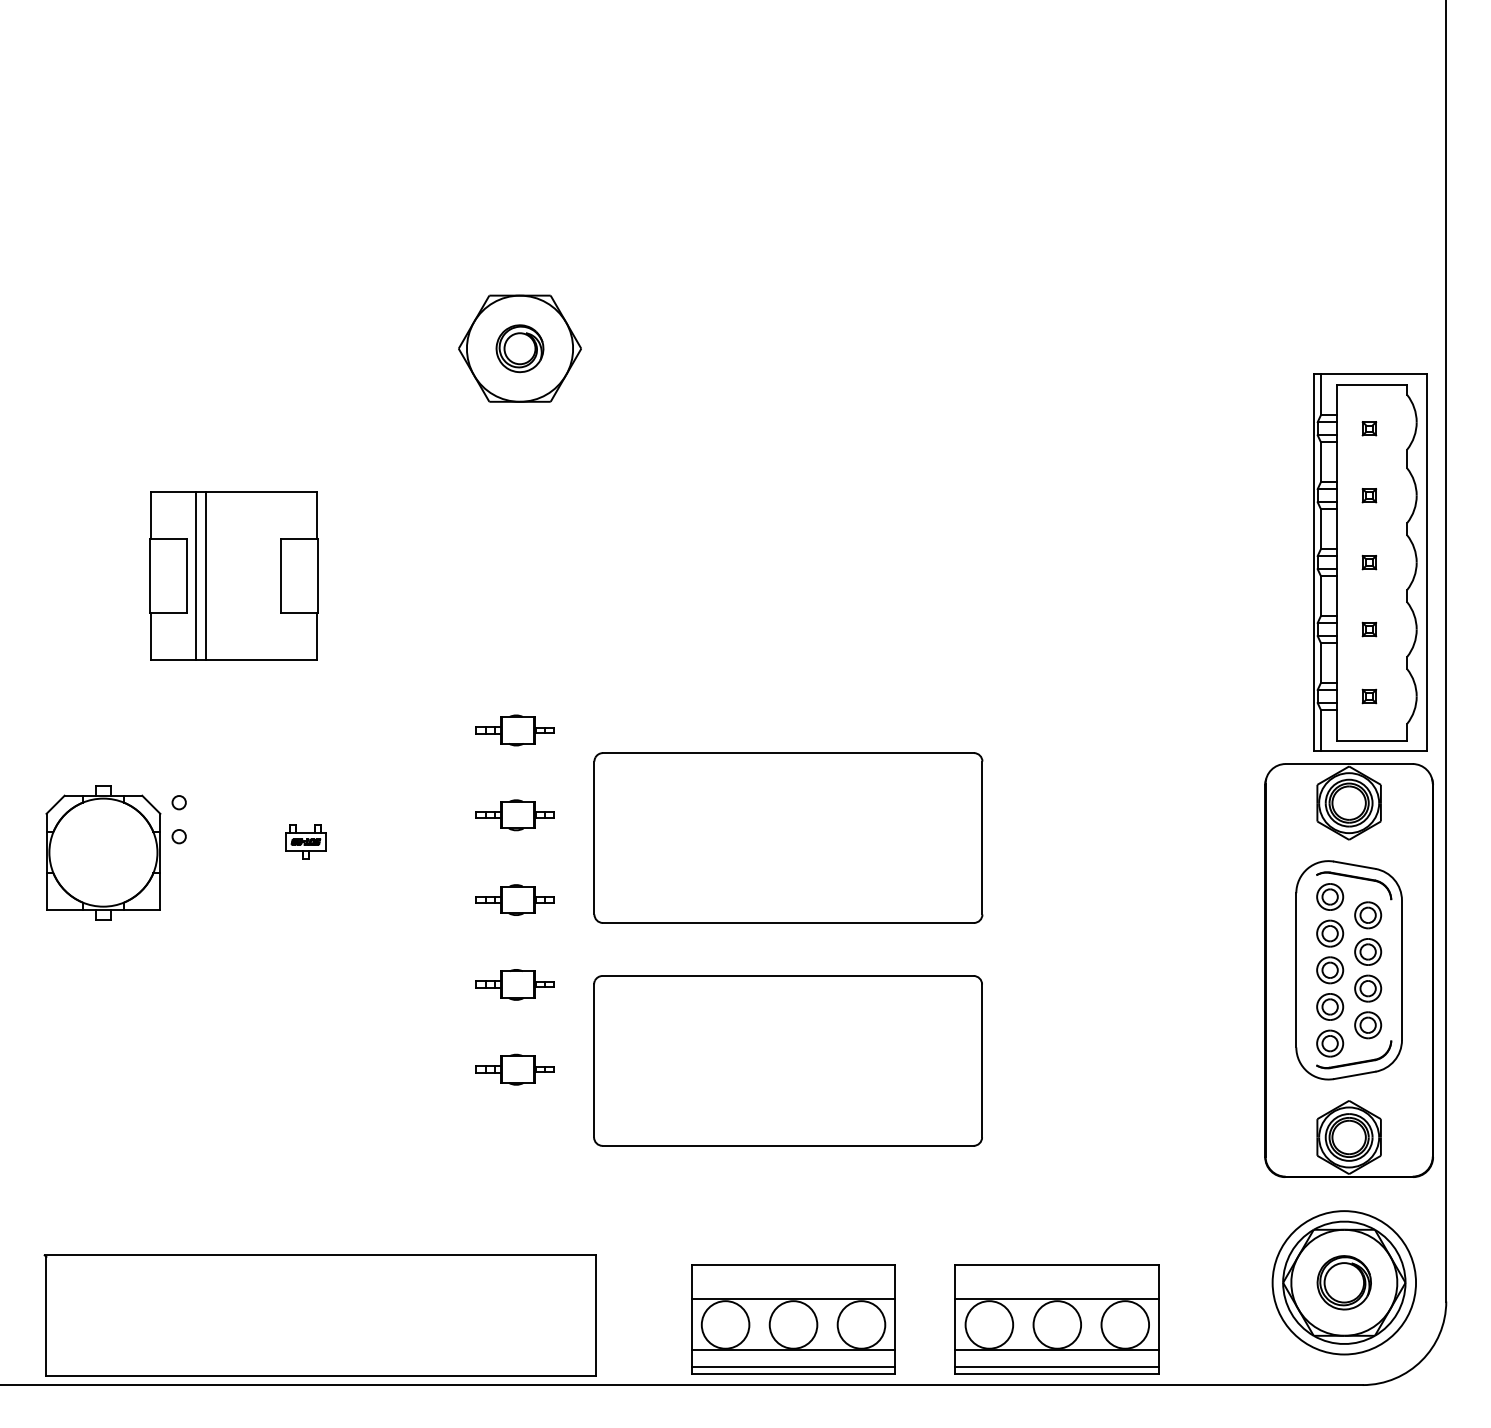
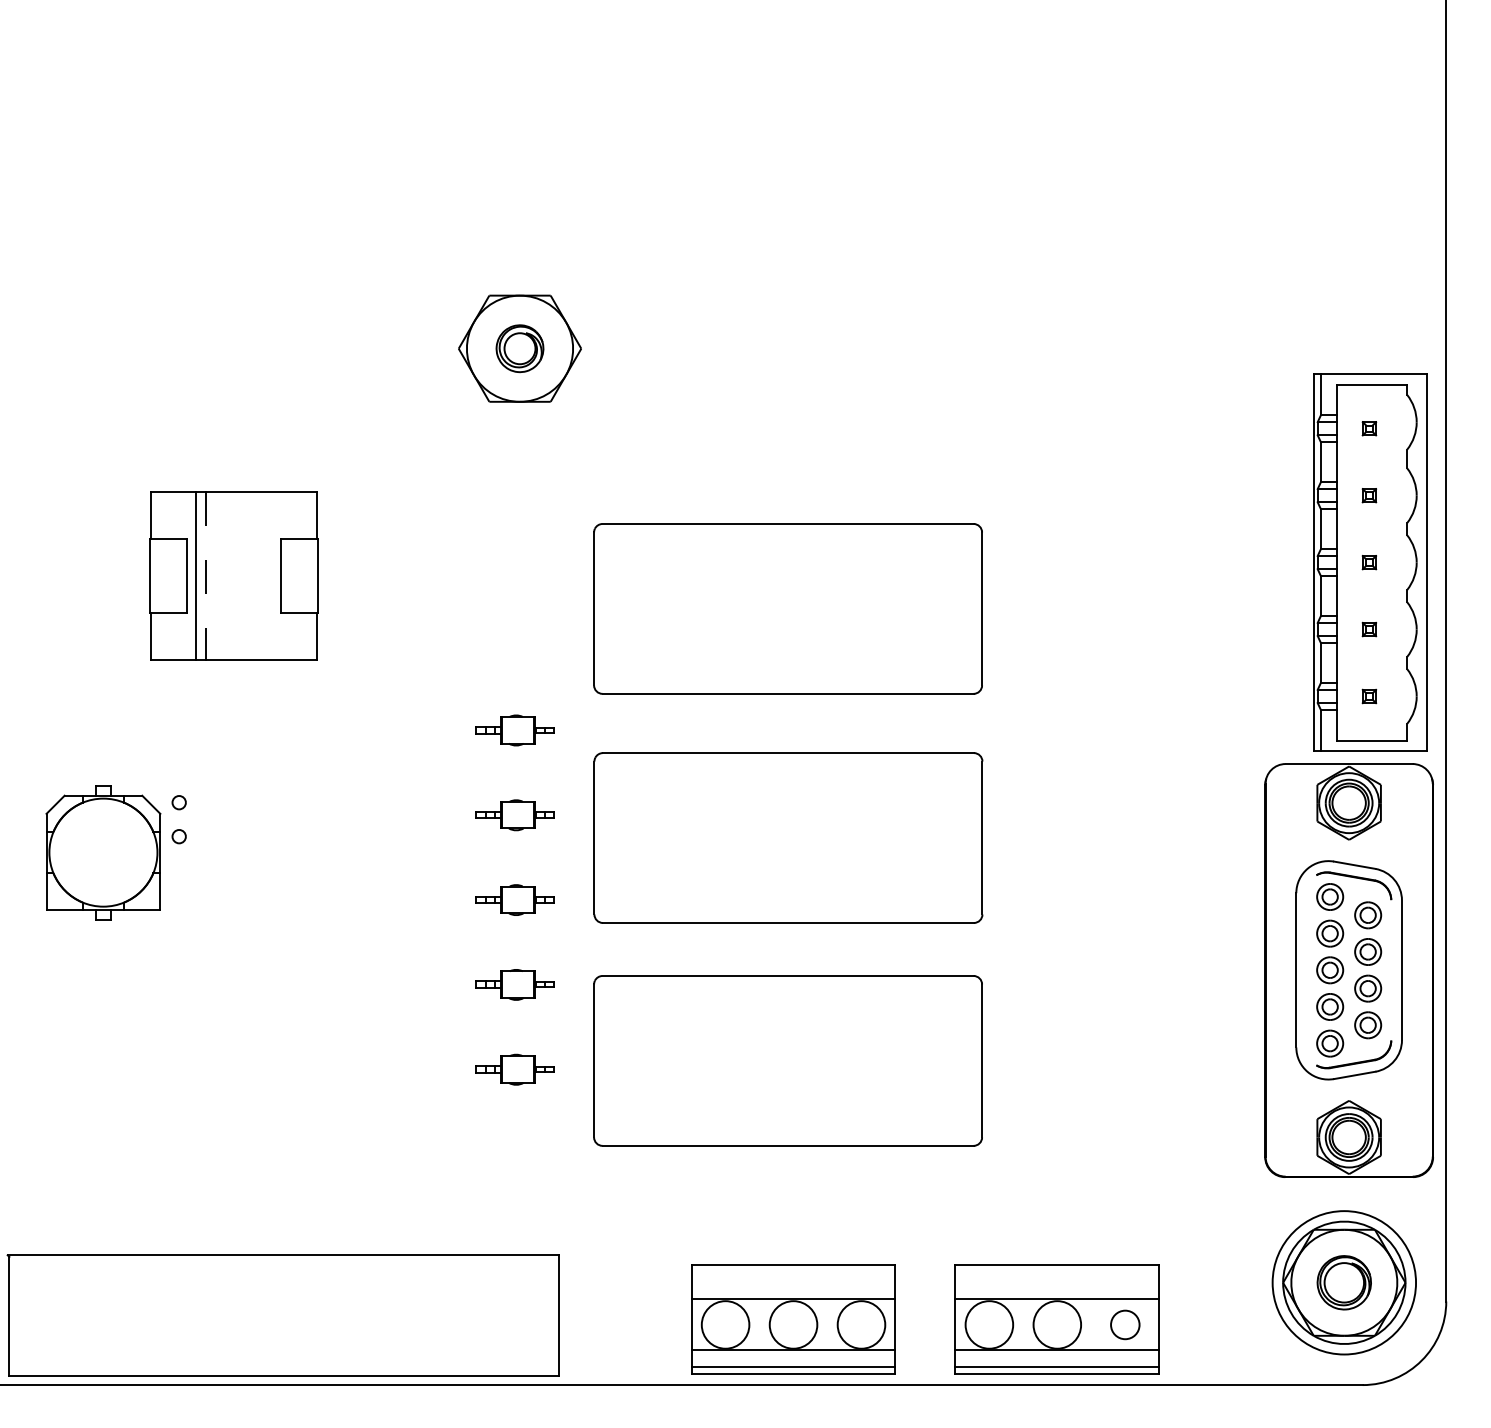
line at (205, 576): solid -> dashed
part at (787, 608): none -> present
part at (305, 841): present -> none
part at (319, 1315) position: (319, 1315) -> (282, 1315)
circle at (1125, 1324) diameter: 48 px -> 29 px
